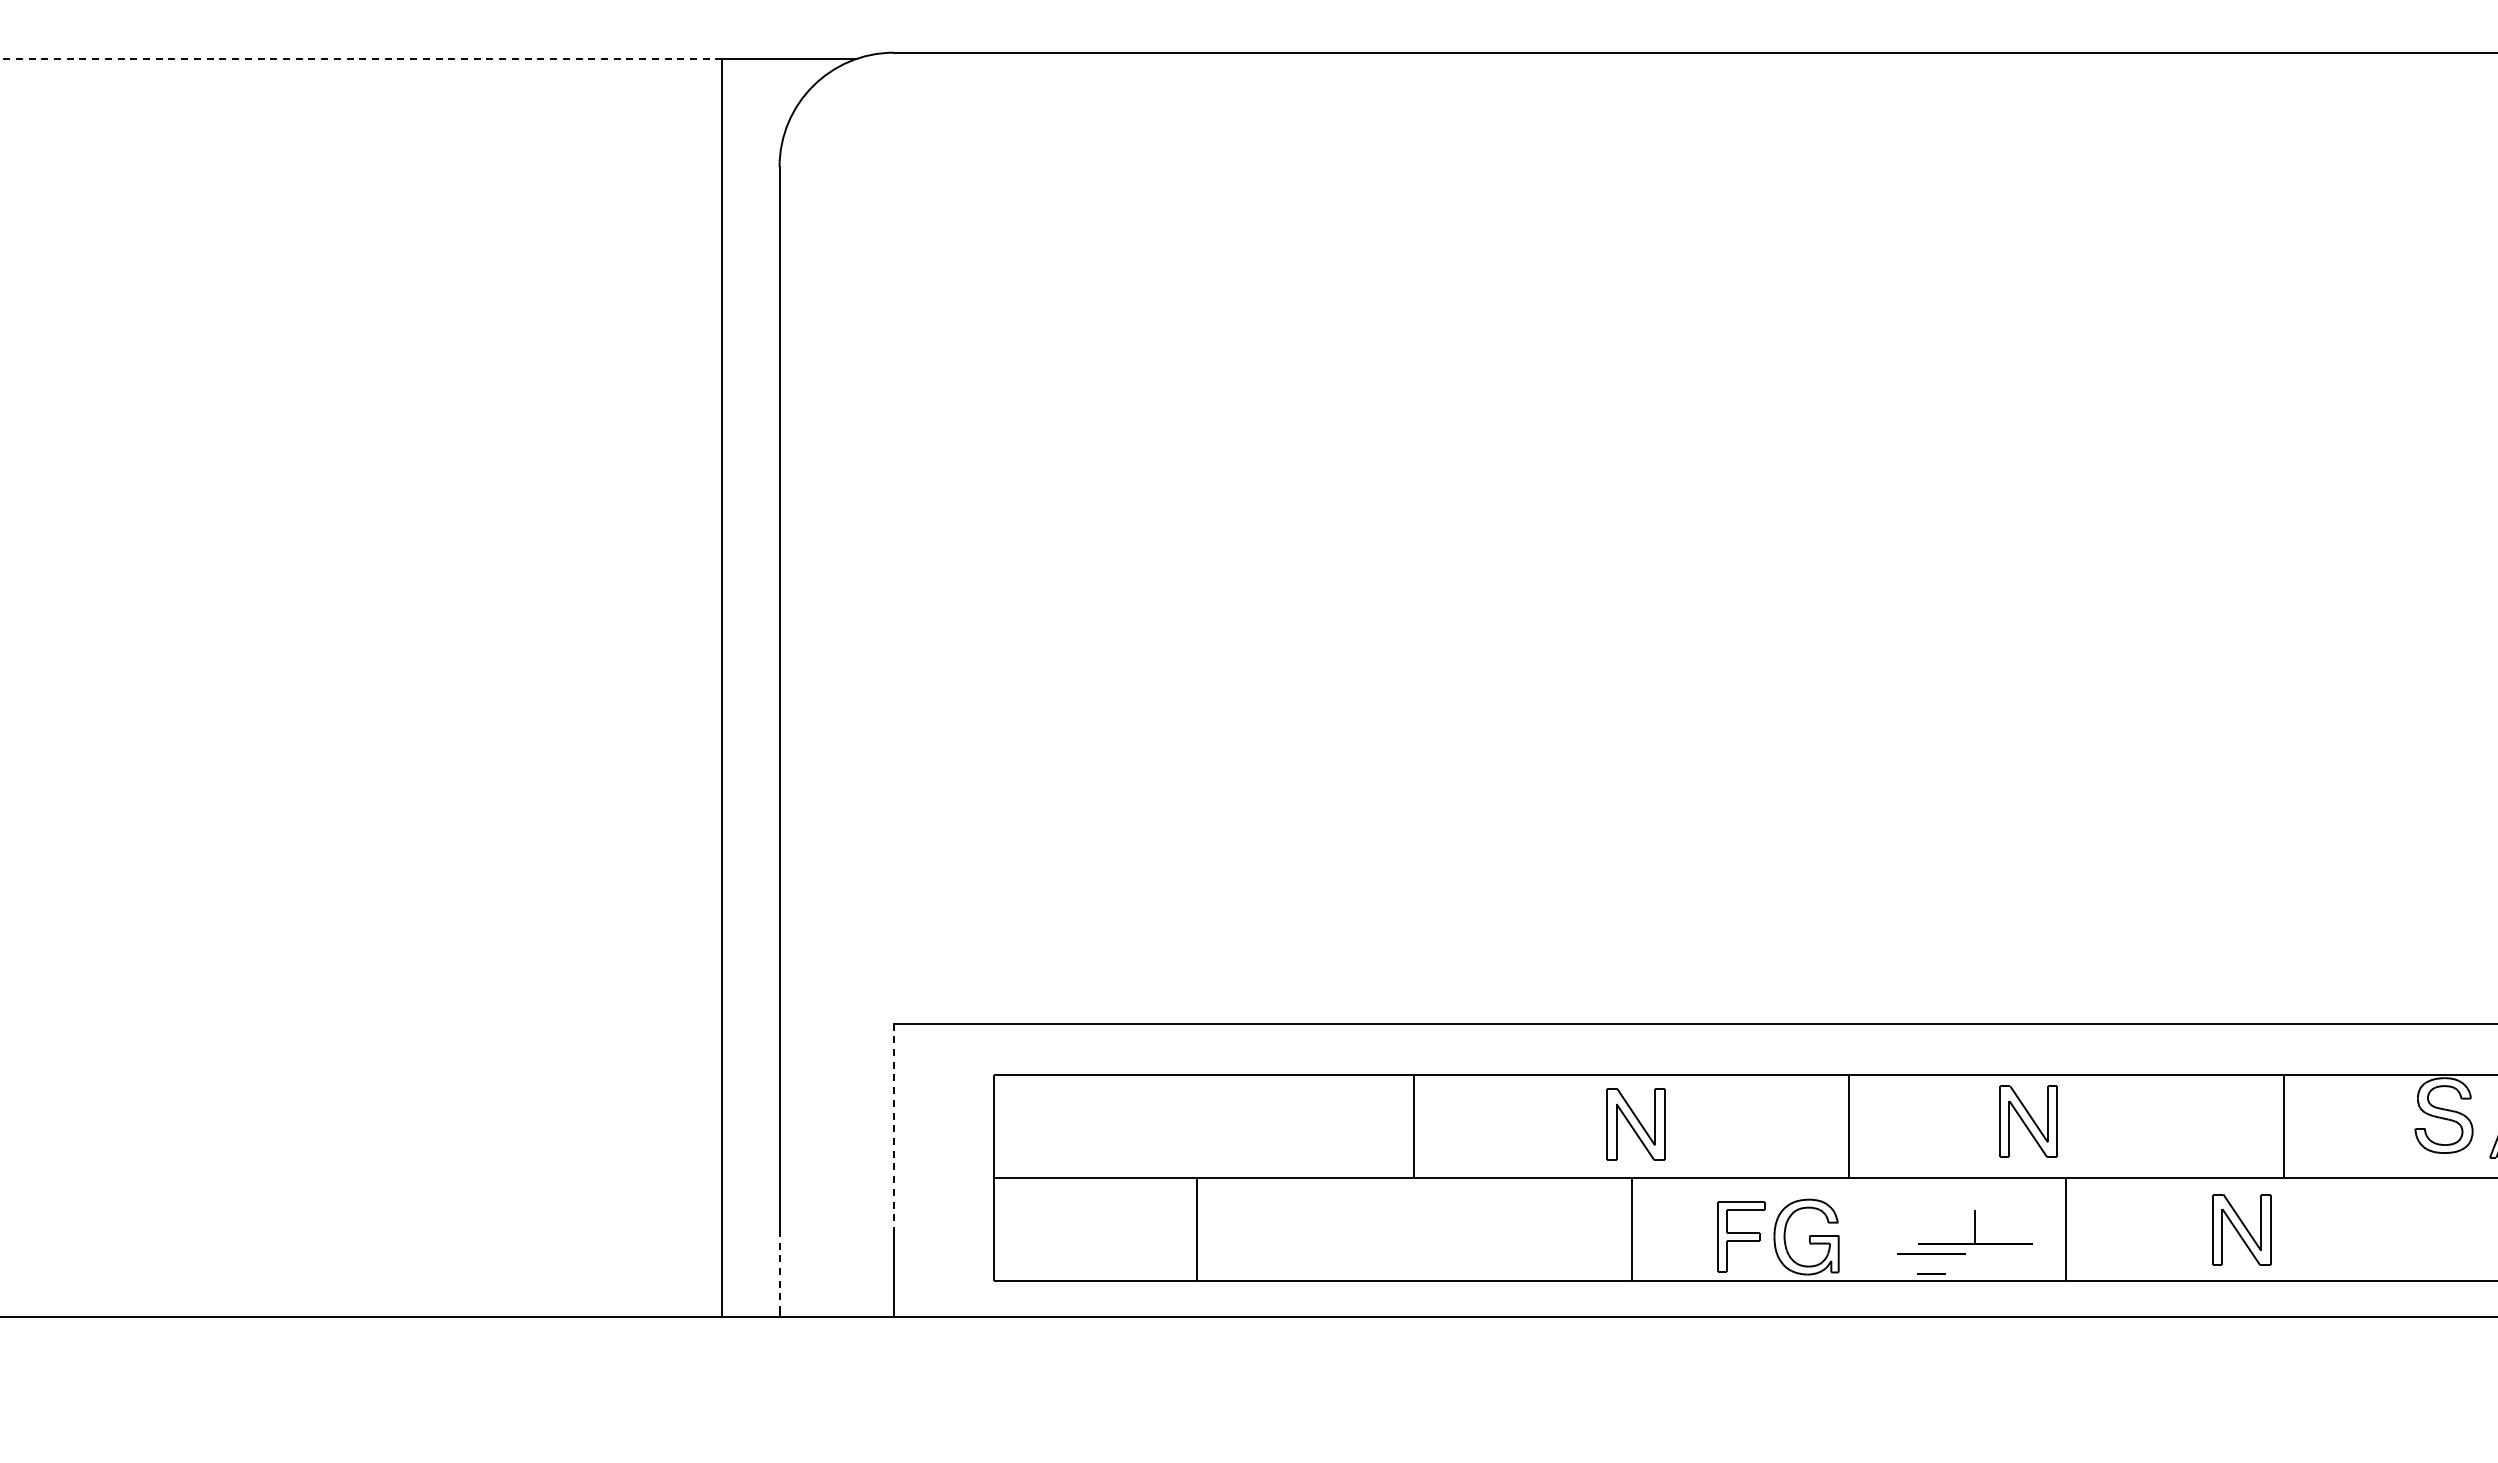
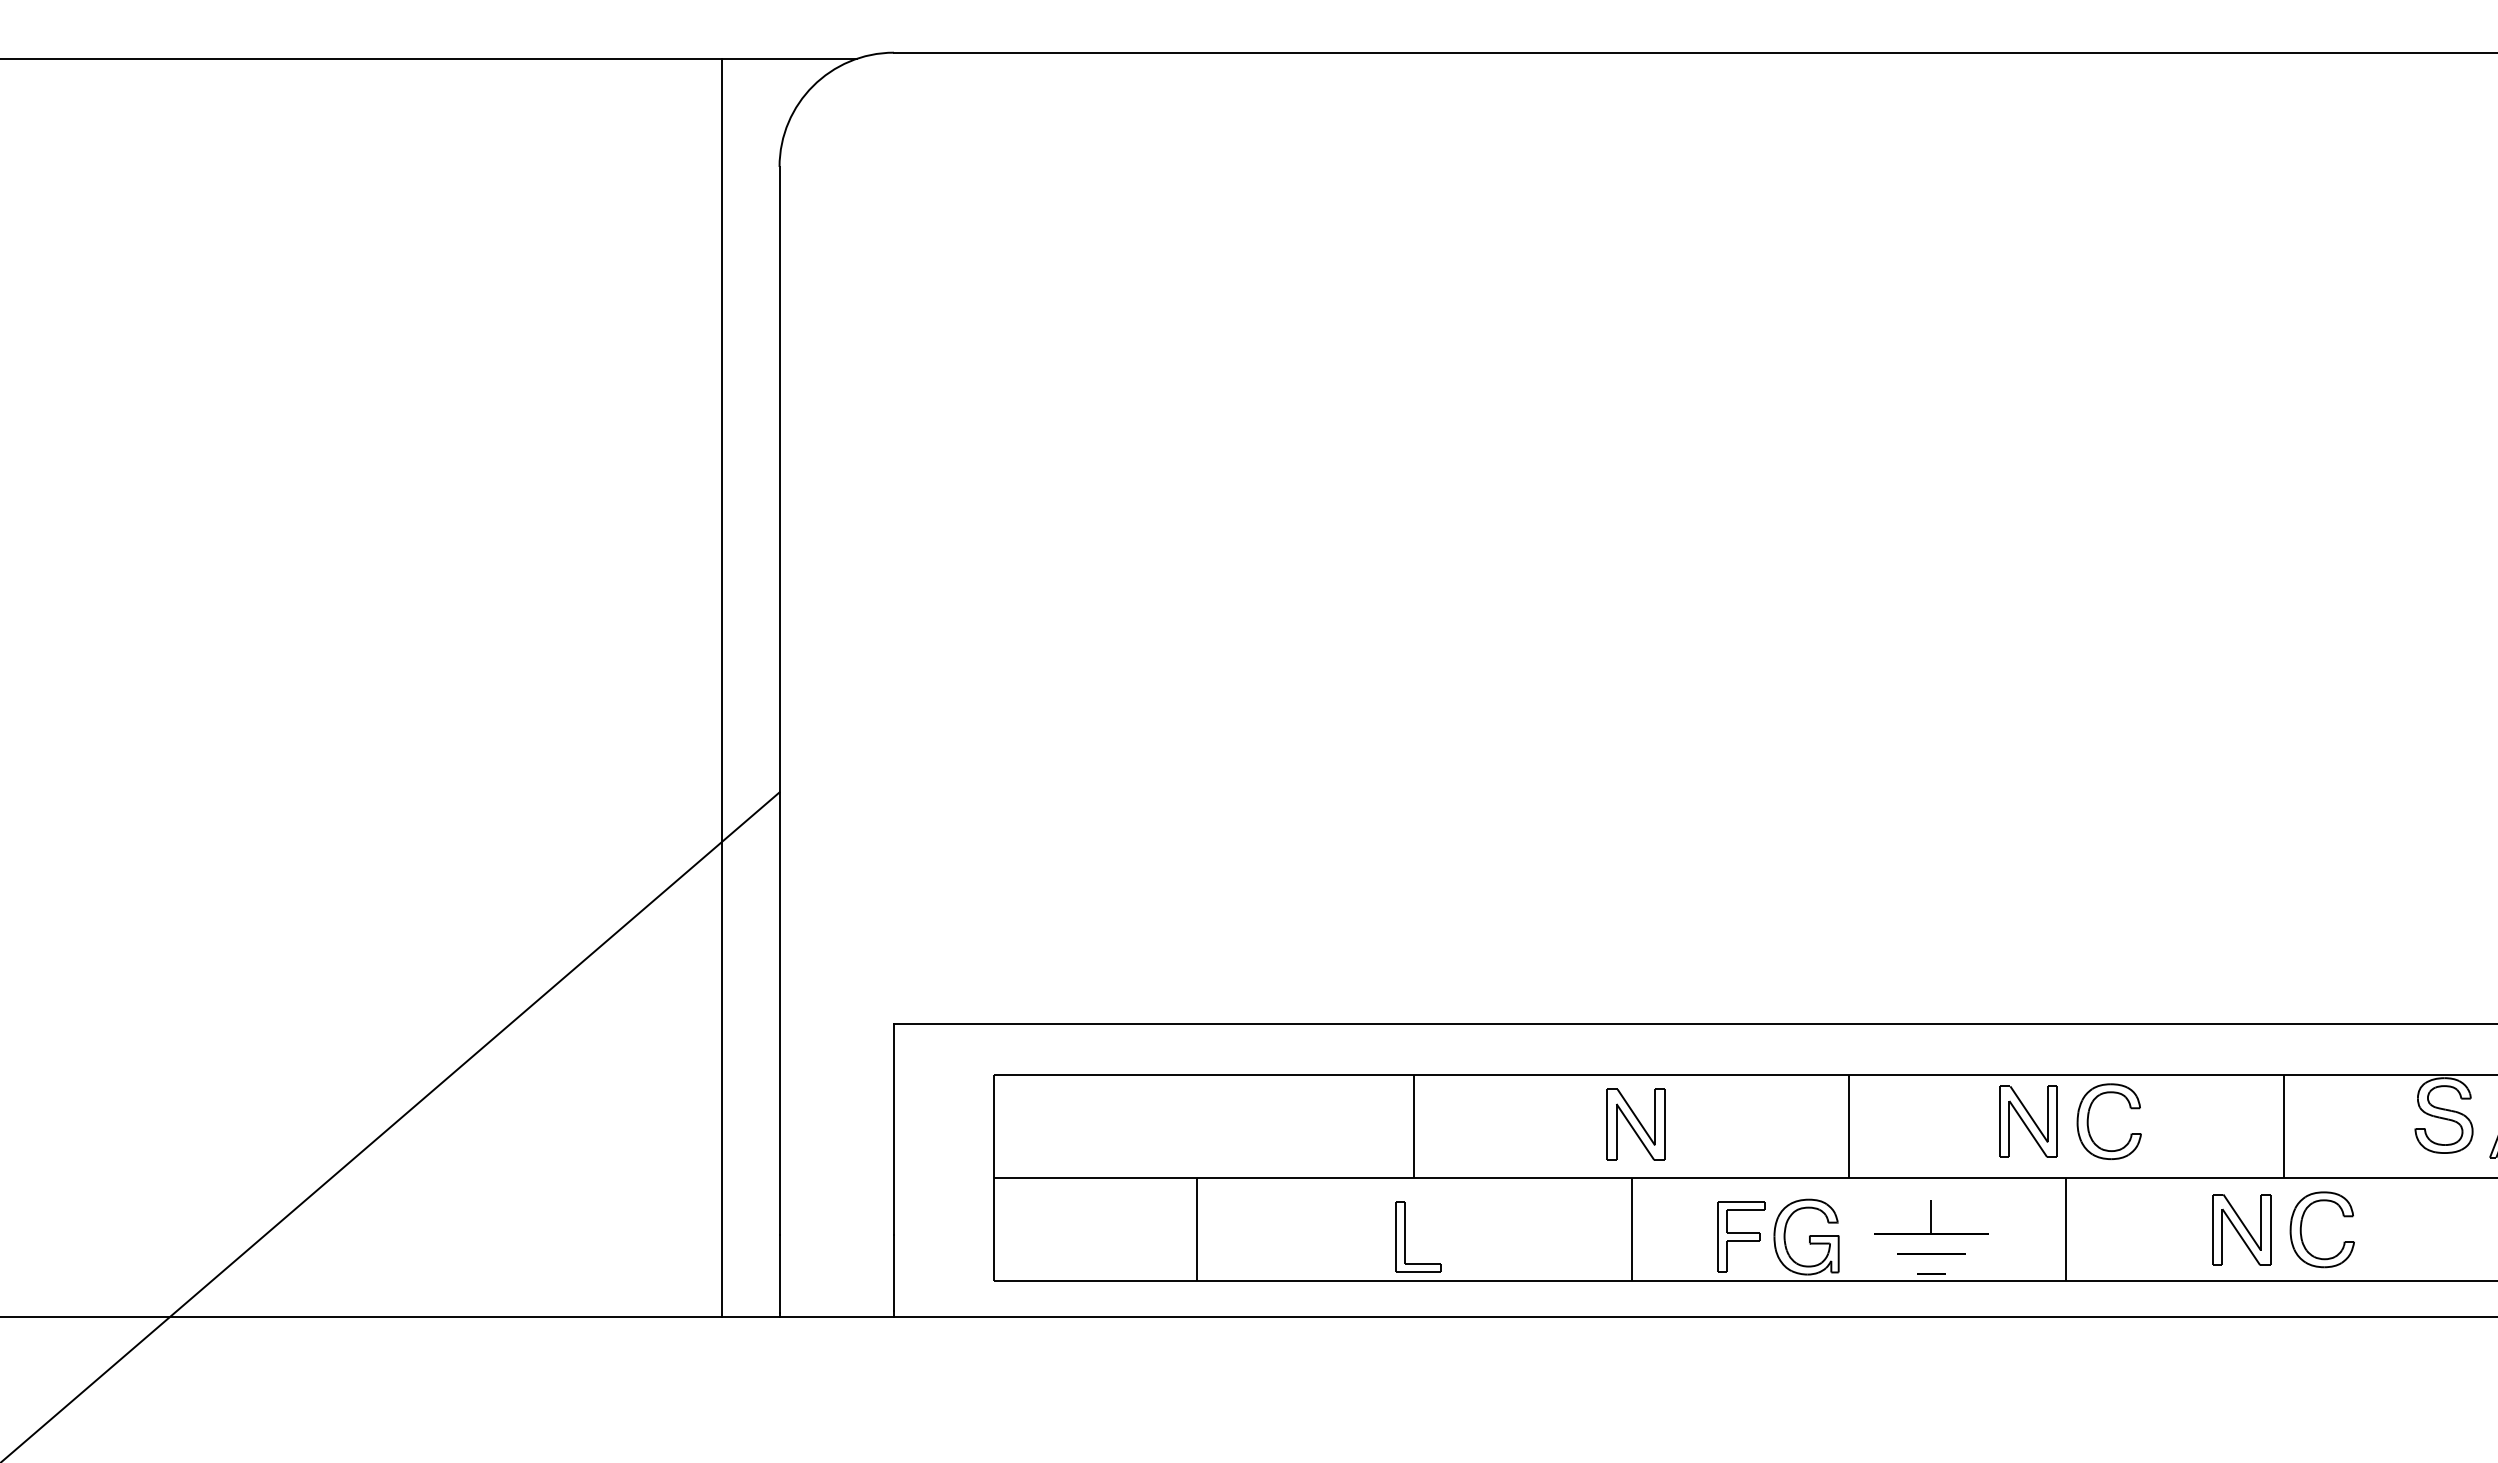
line at (361, 58): dashed -> solid
part at (2089, 1115): none -> present
line at (391, 1125): none -> present
line at (894, 1129): dashed -> solid
part at (2302, 1223): none -> present
part at (1975, 1227) position: (1975, 1227) -> (1931, 1217)
part at (1405, 1236): none -> present
line at (779, 1273): dashed -> solid
